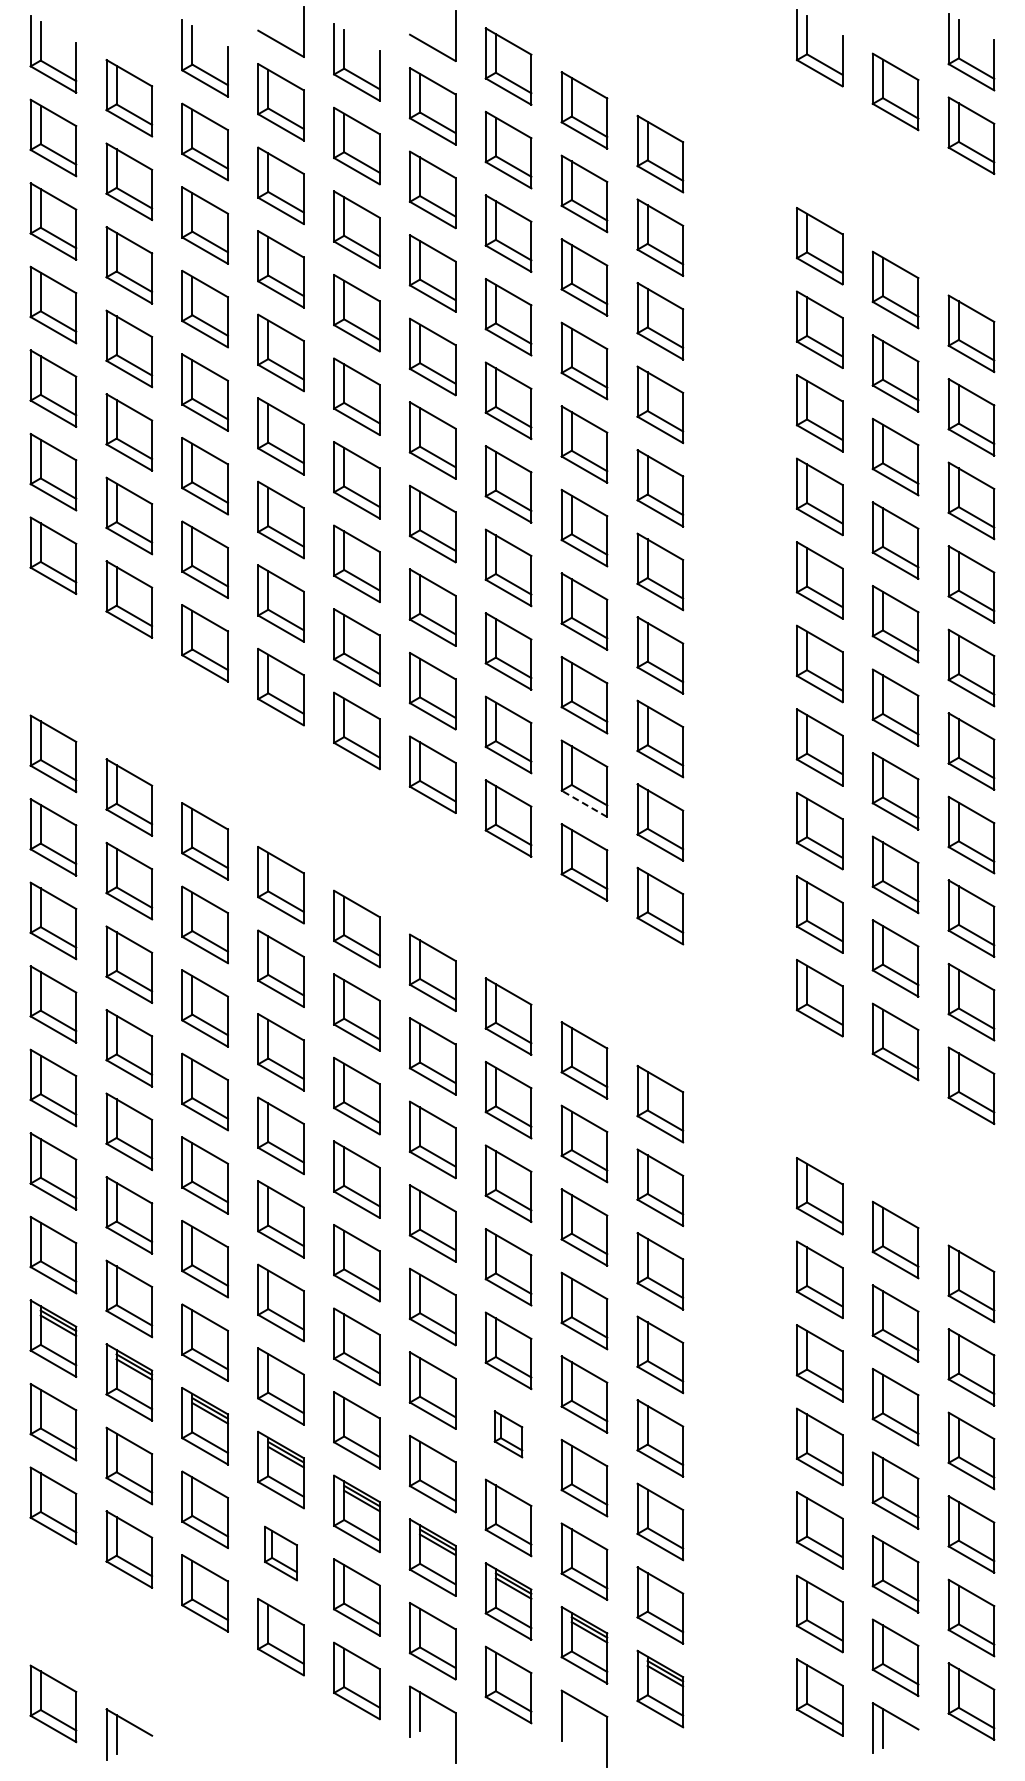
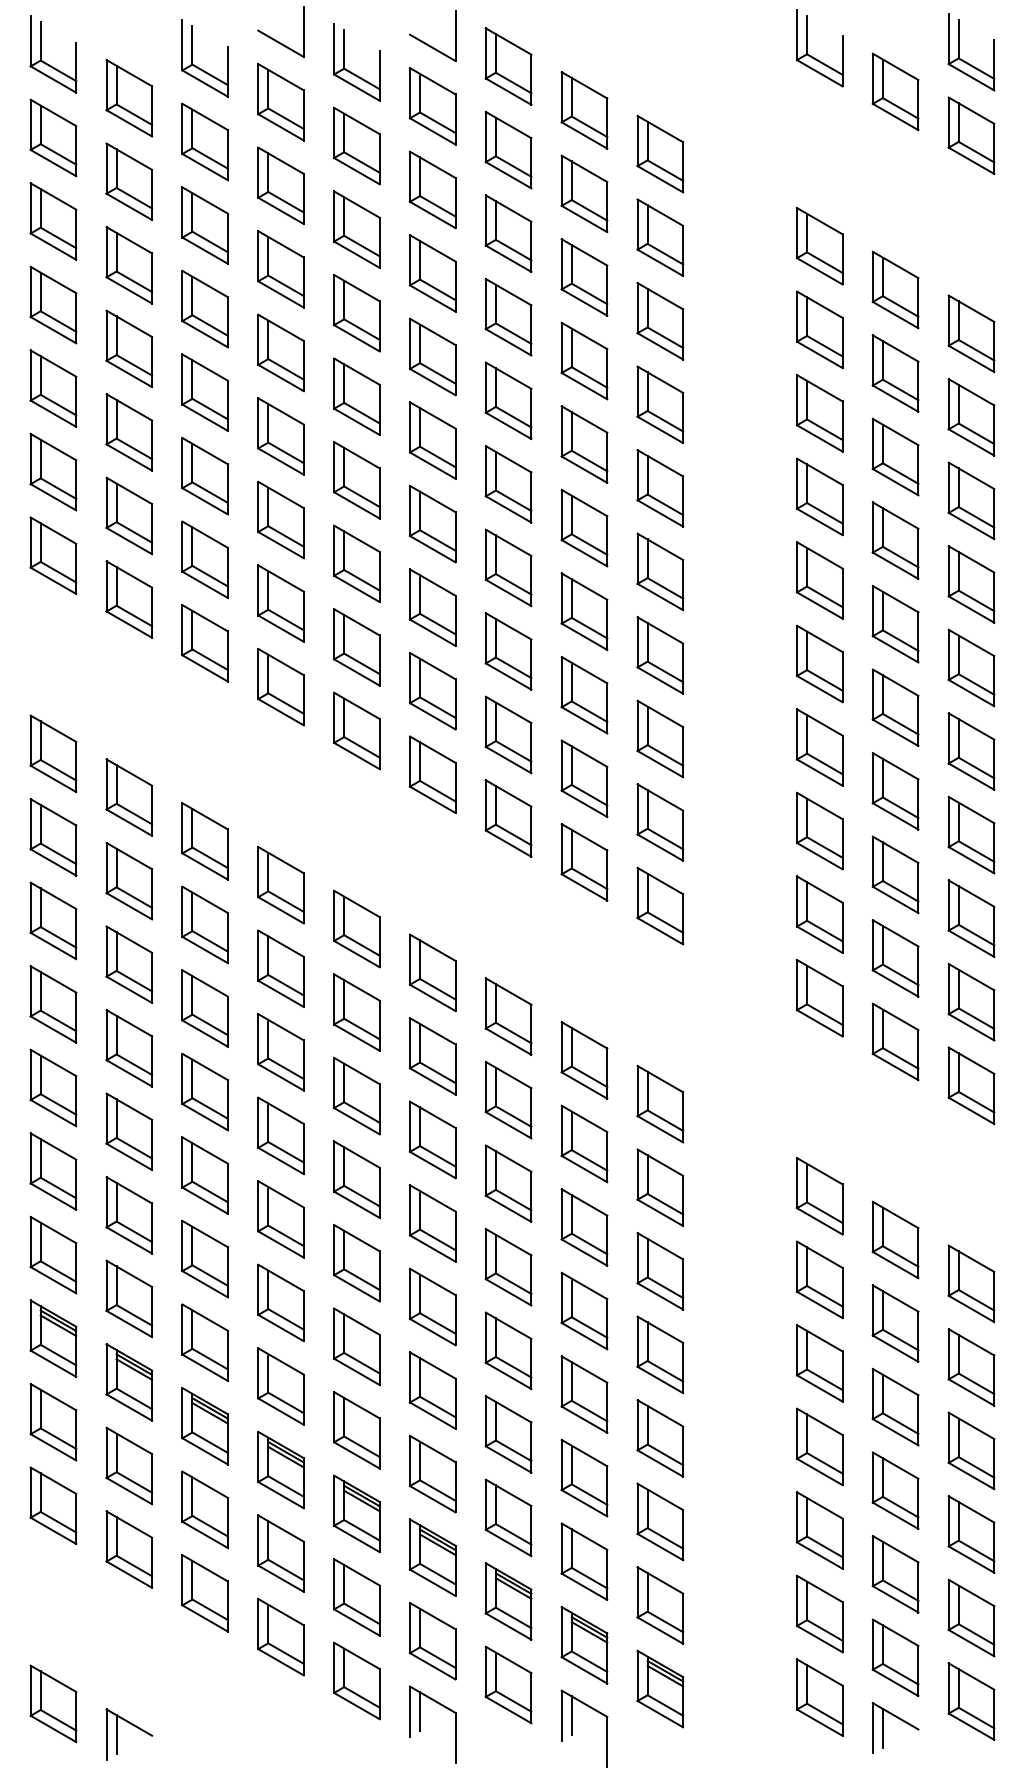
line at (584, 803): dashed -> solid
part at (508, 1434) size: 31x49 px -> 49x79 px
part at (280, 1553) size: 34x57 px -> 48x79 px
line at (571, 1715): none -> present
